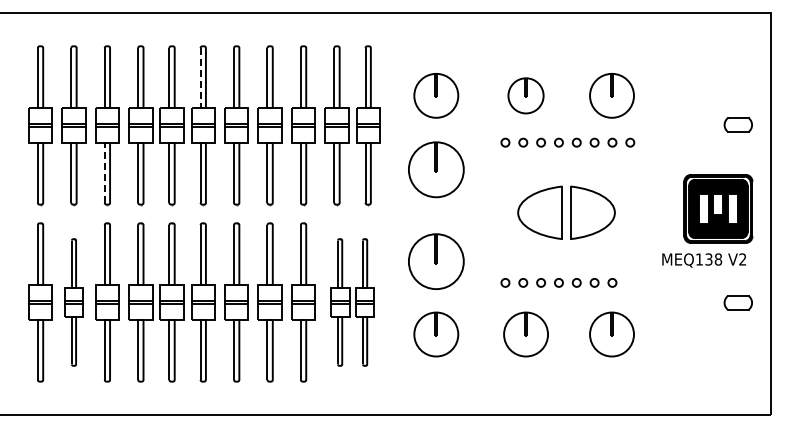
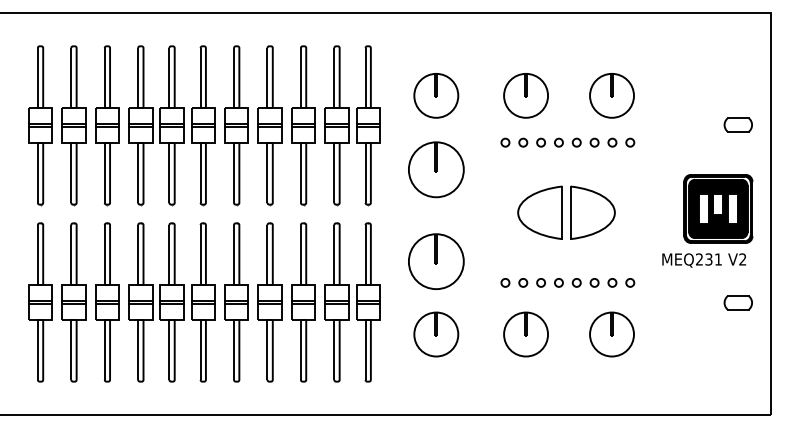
line at (200, 81): dashed -> solid
part at (525, 95) size: 38x38 px -> 46x46 px
line at (104, 169): dashed -> solid
text at (709, 259): MEQ138 -> MEQ231
circle at (630, 282): none -> present
part at (73, 302) size: 20x129 px -> 26x161 px
part at (352, 302) size: 45x129 px -> 57x161 px
